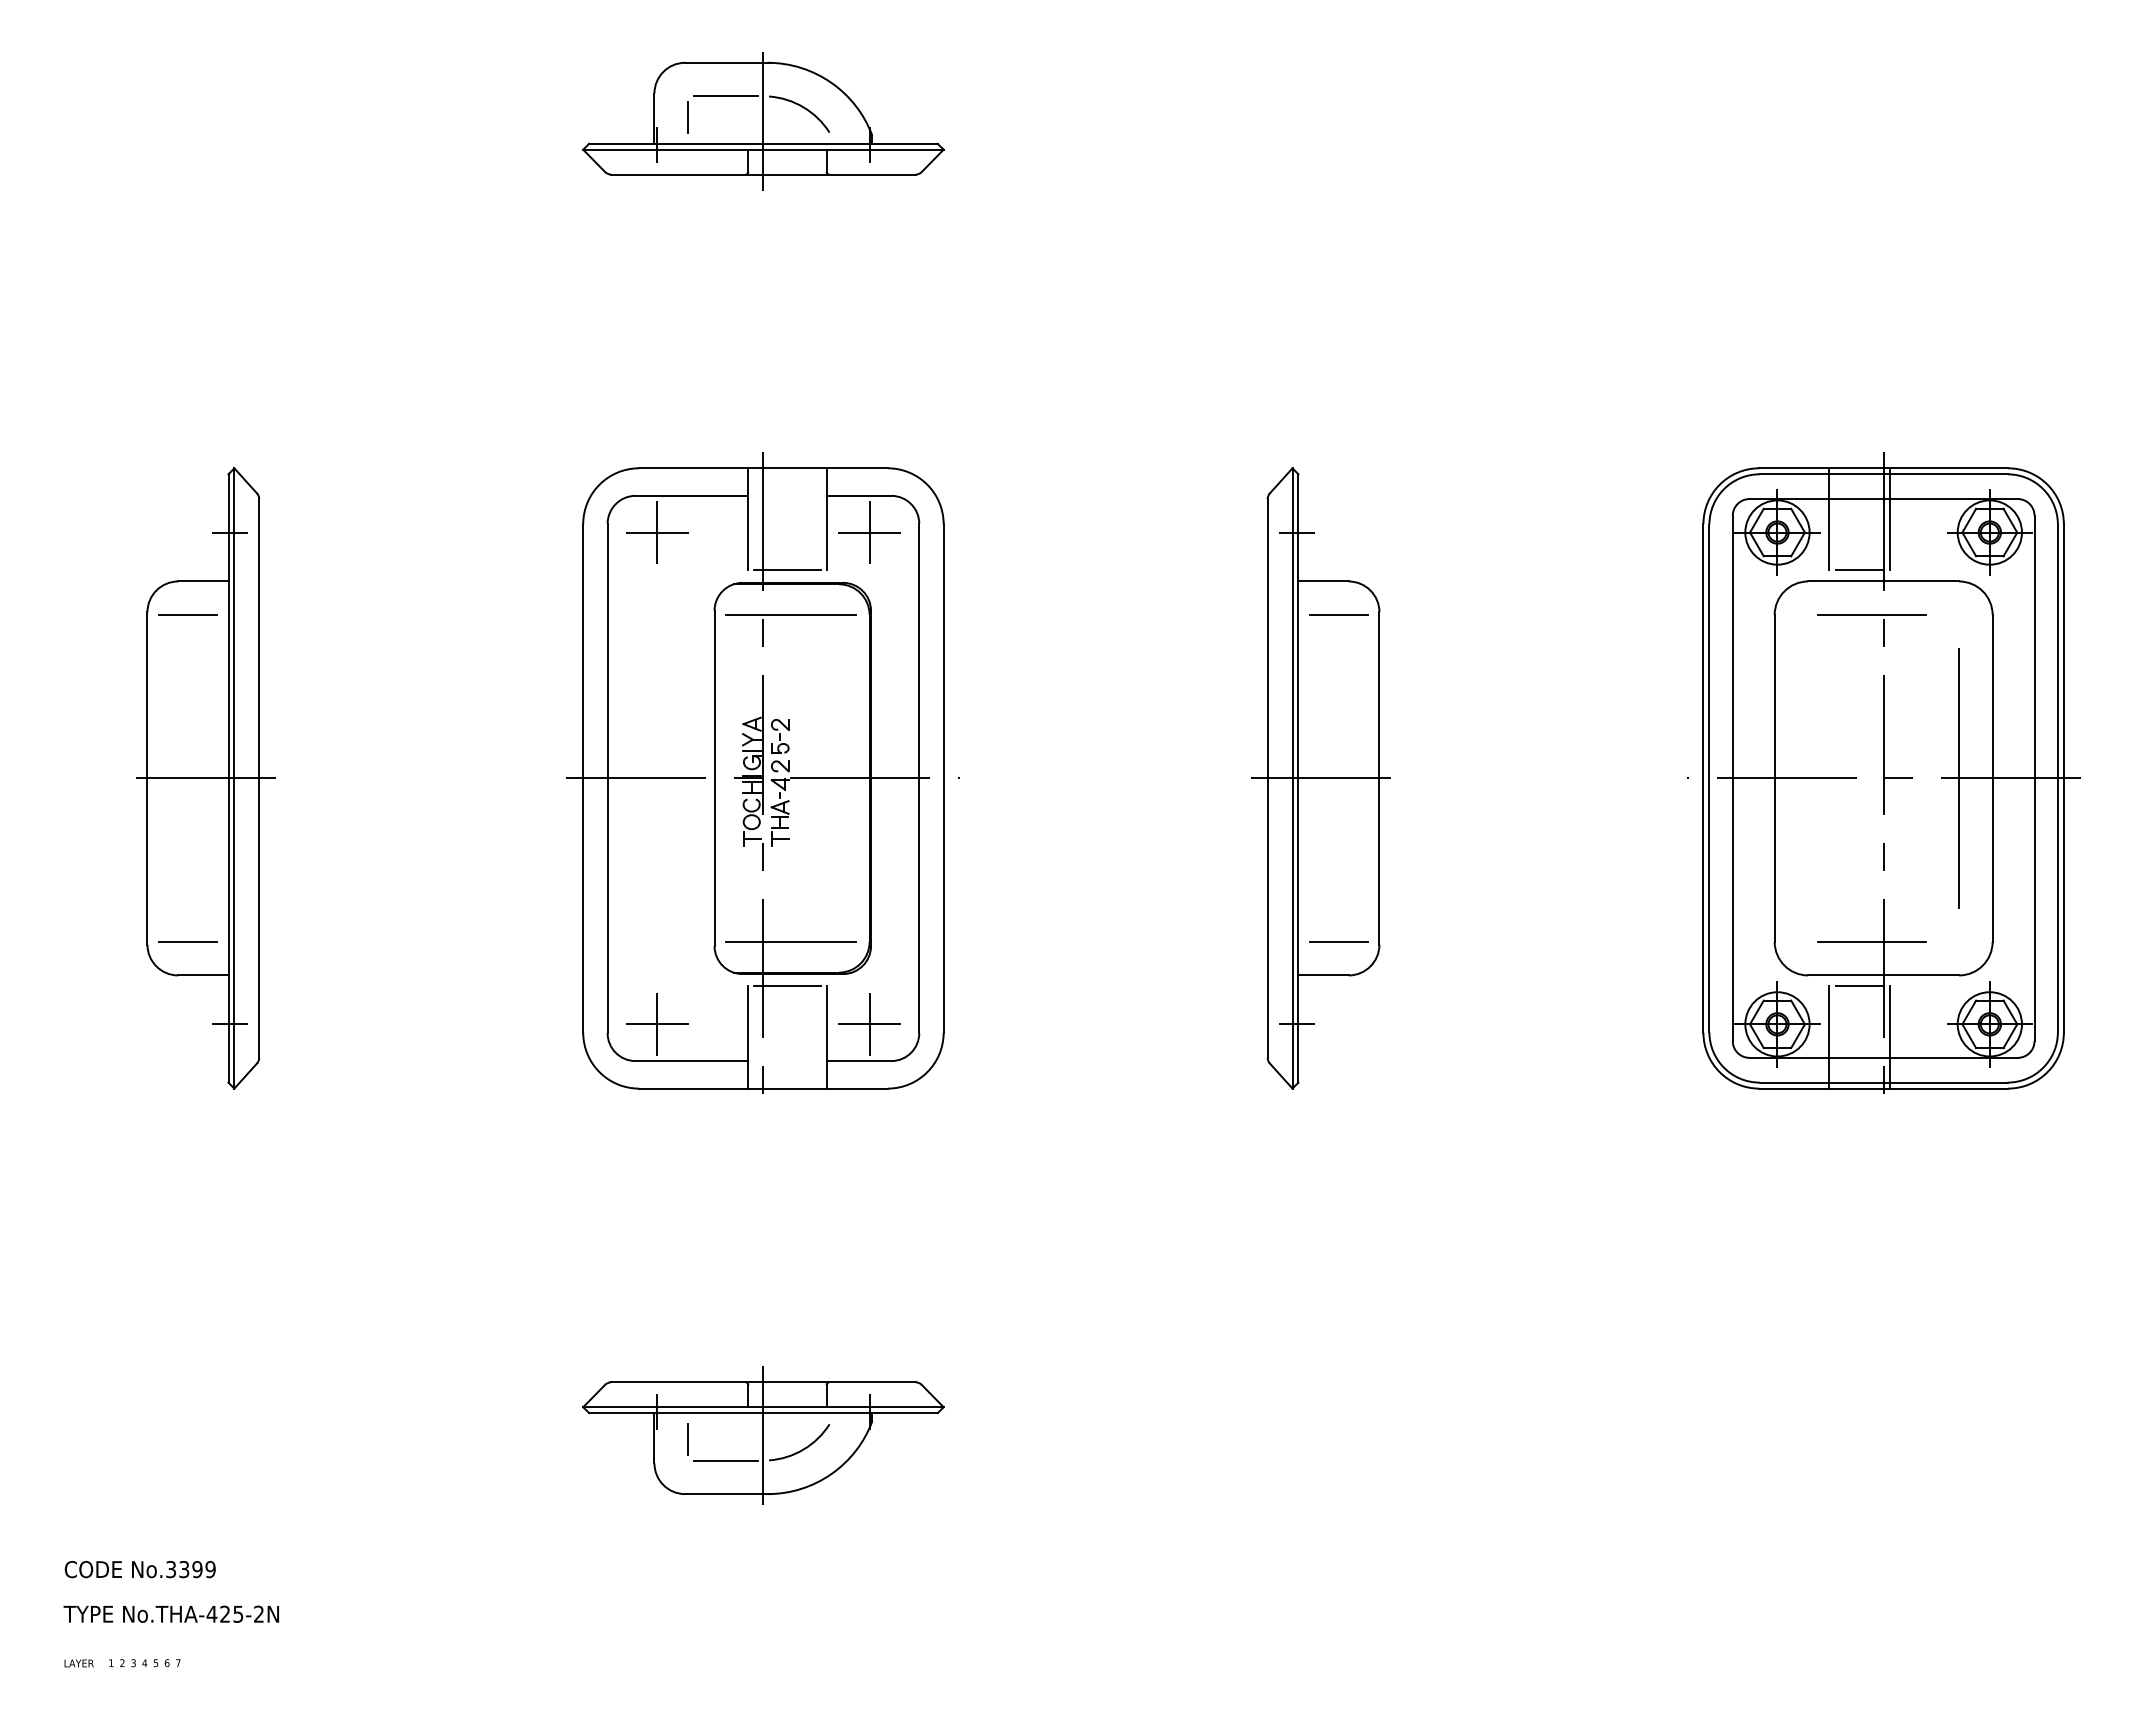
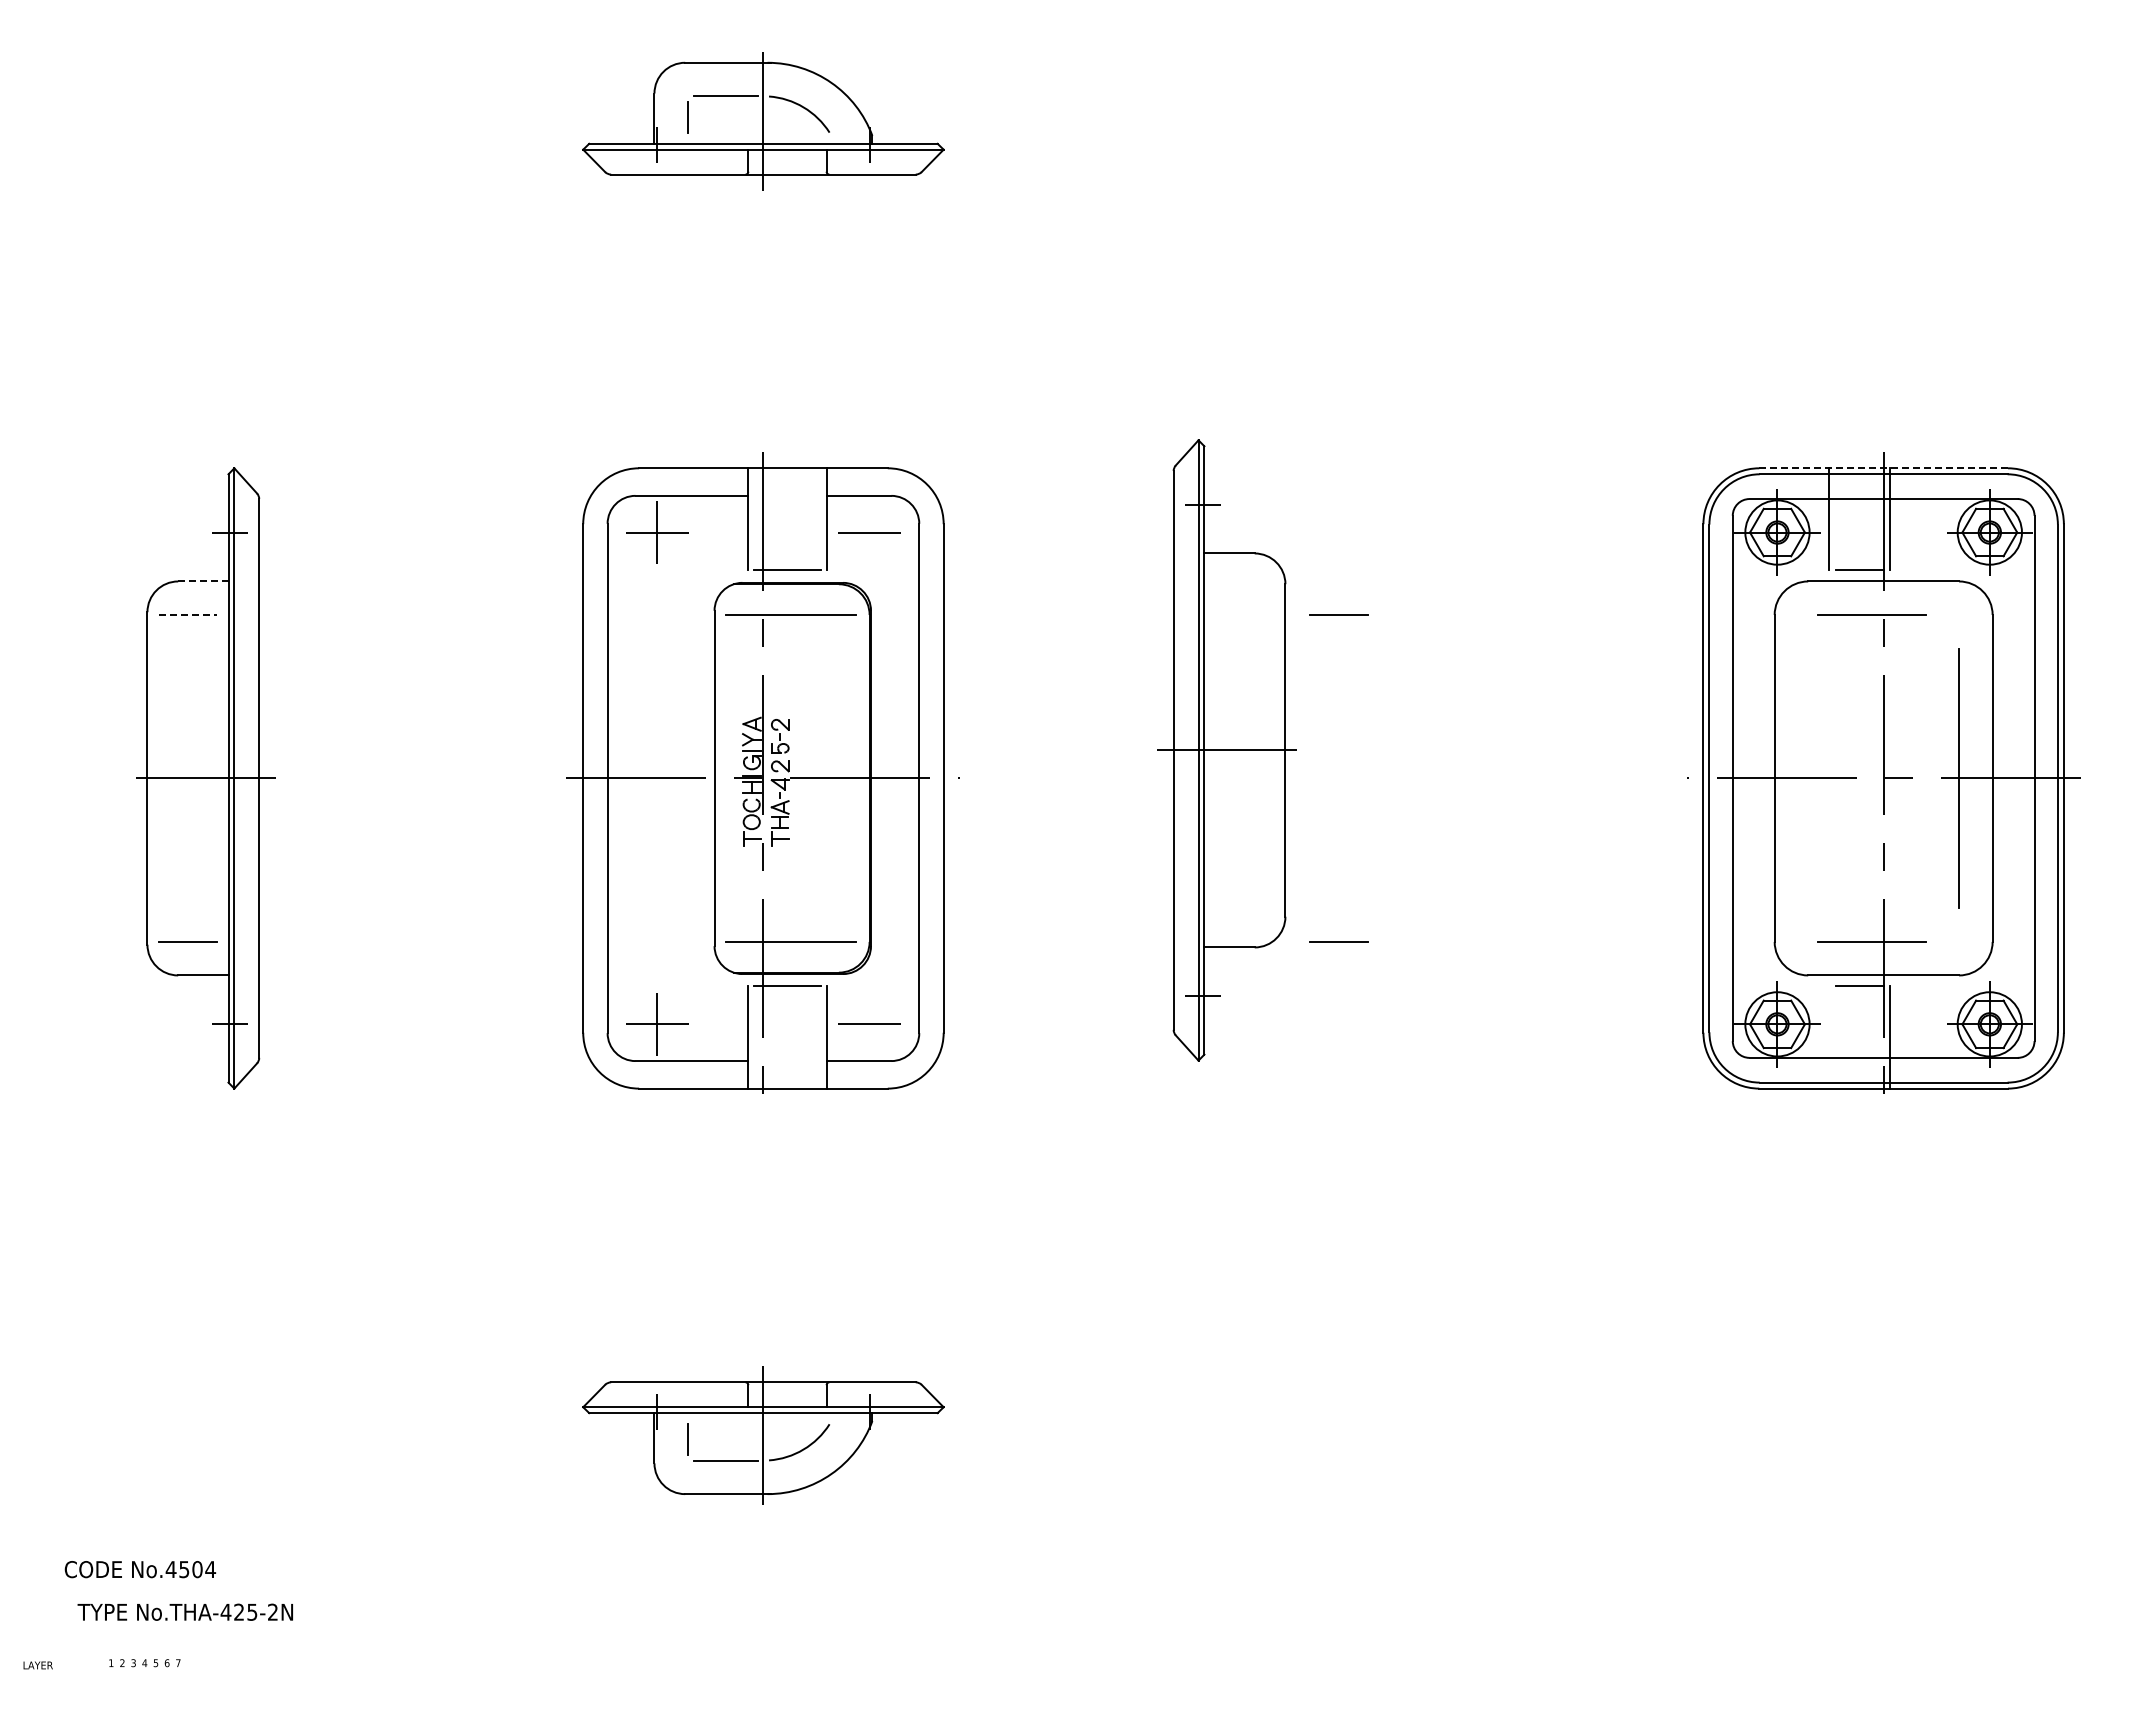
line at (1883, 468): solid -> dashed
line at (869, 532): present -> none
line at (202, 581): solid -> dashed
line at (188, 615): solid -> dashed
part at (1320, 778) position: (1320, 778) -> (1226, 750)
line at (869, 1023): present -> none
line at (1828, 1037): present -> none
text at (190, 1569): No.3399 -> No.4504
text at (170, 1613) position: (170, 1613) -> (184, 1611)
text at (78, 1663) position: (78, 1663) -> (37, 1665)
